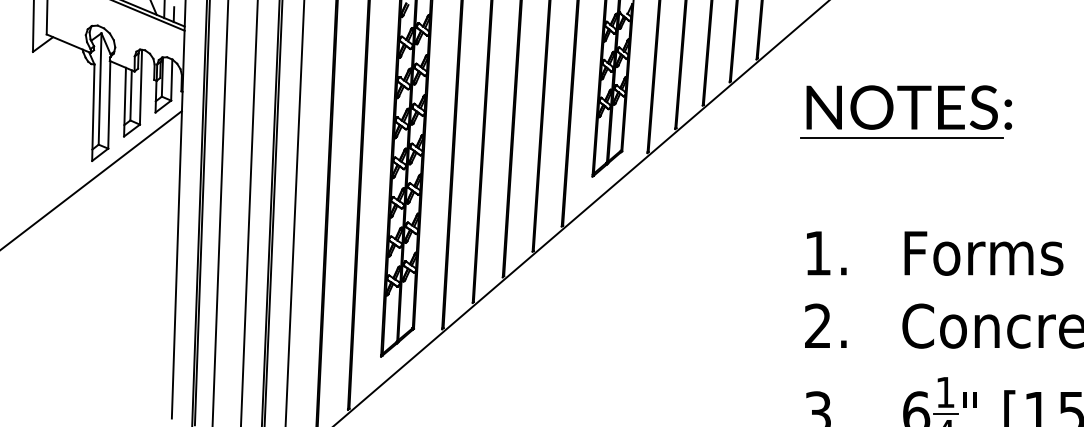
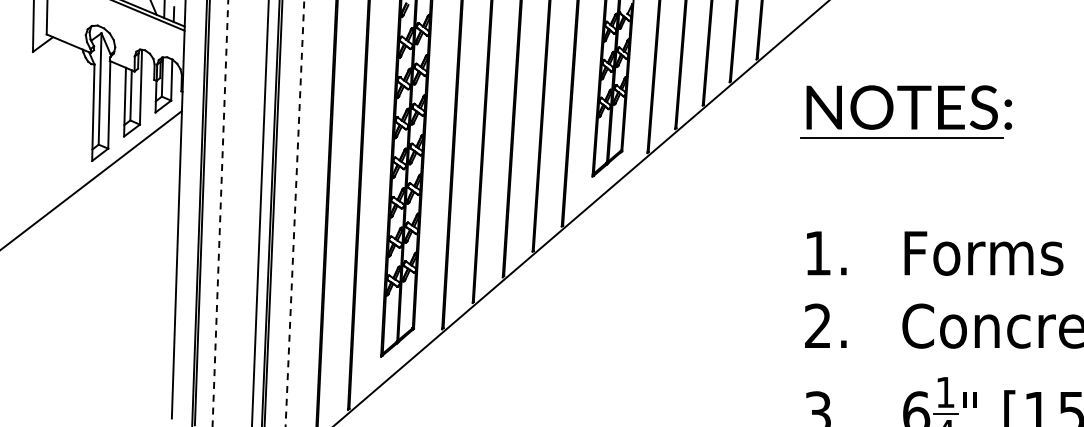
line at (249, 212) position: (249, 212) -> (260, 212)
line at (294, 213): solid -> dashed
line at (220, 214): solid -> dashed
